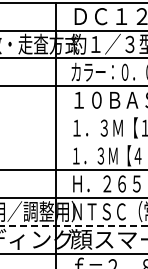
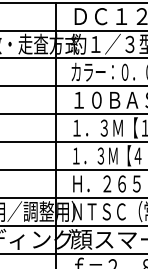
line at (73, 114): none -> present
line at (73, 142): none -> present
line at (74, 225): dashed -> solid
